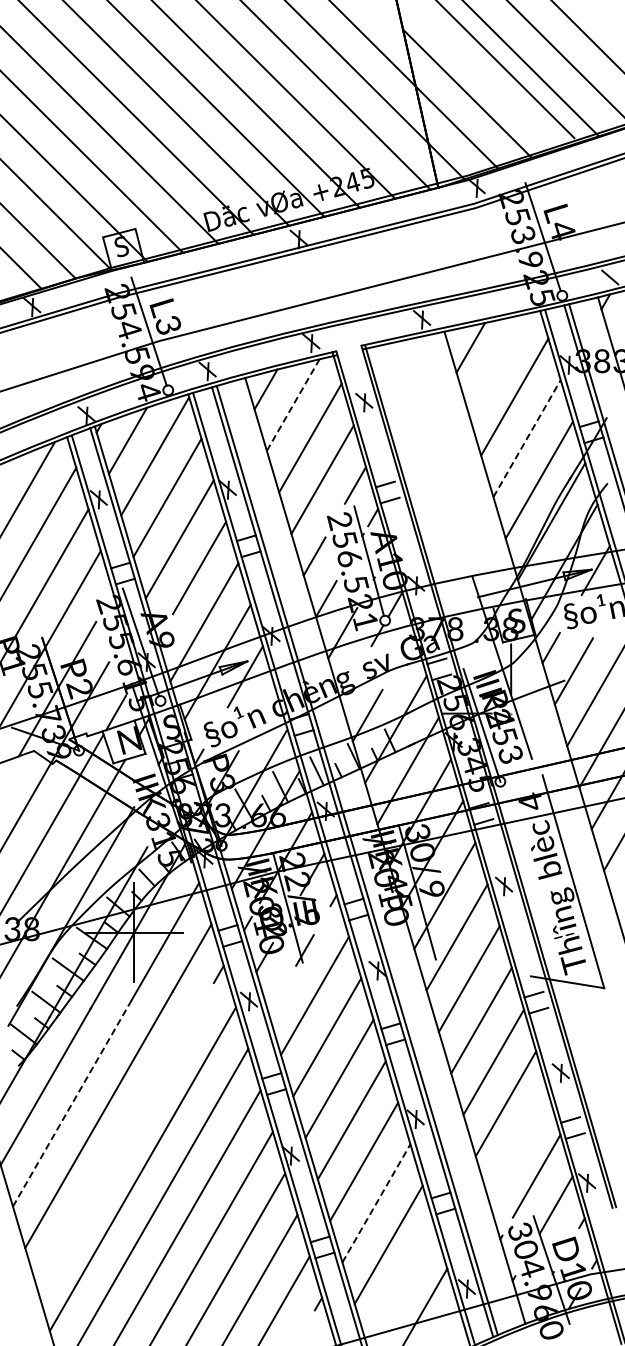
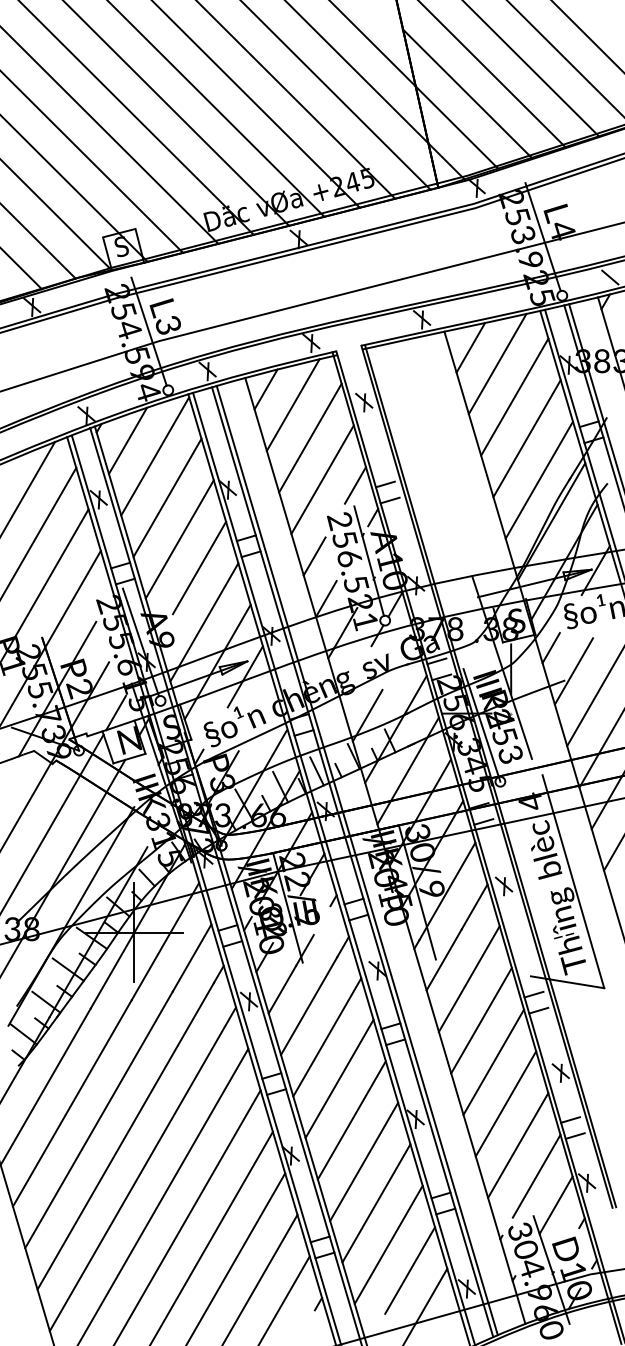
line at (506, 70) position: (506, 70) -> (492, 74)
line at (497, 363): none -> present
line at (293, 405): dashed -> solid
line at (527, 438): dashed -> solid
line at (282, 989): none -> present
line at (72, 1102): dashed -> solid
line at (125, 1135): none -> present
line at (518, 1145): none -> present
line at (376, 1202): dashed -> solid
line at (410, 1270): none -> present
